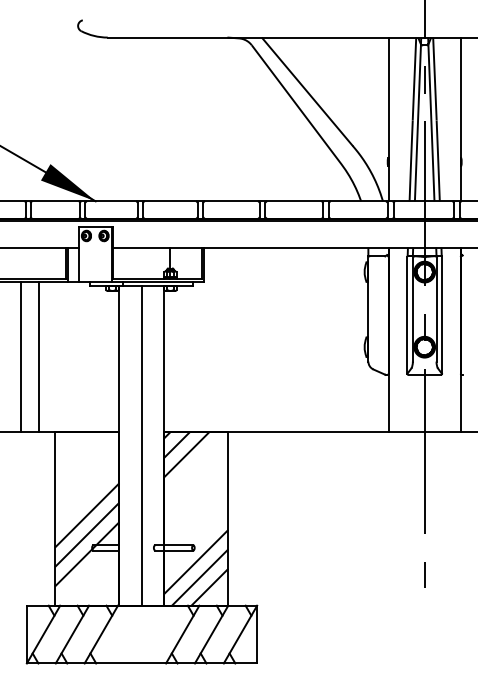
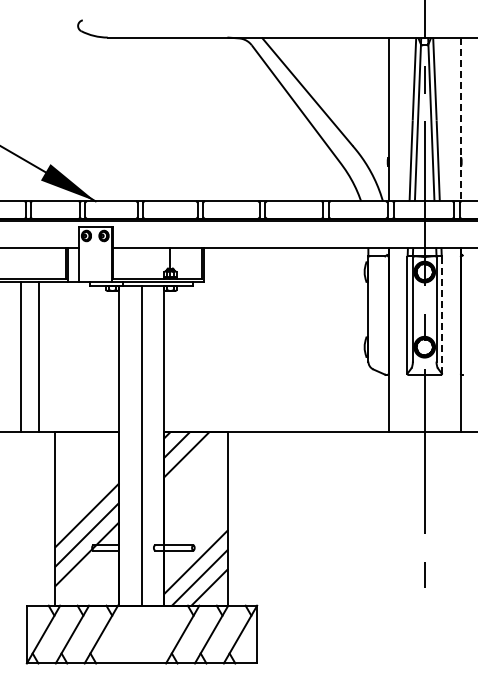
line at (460, 119): solid -> dashed
line at (442, 315): solid -> dashed
